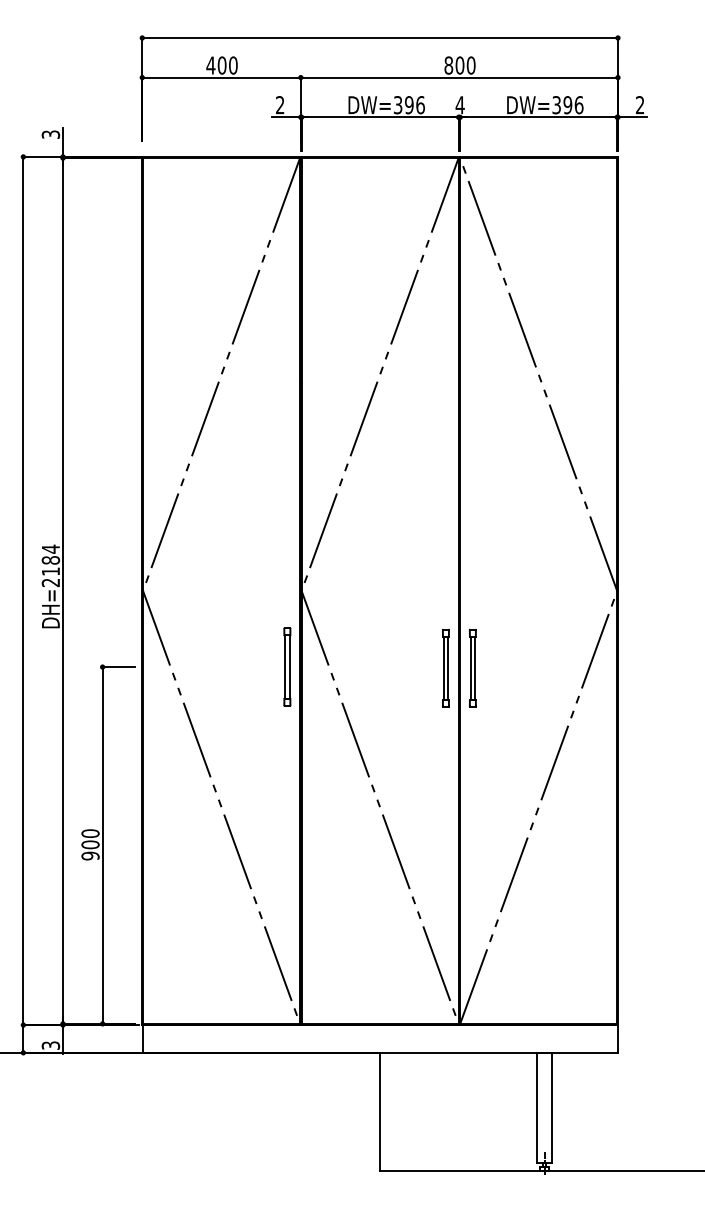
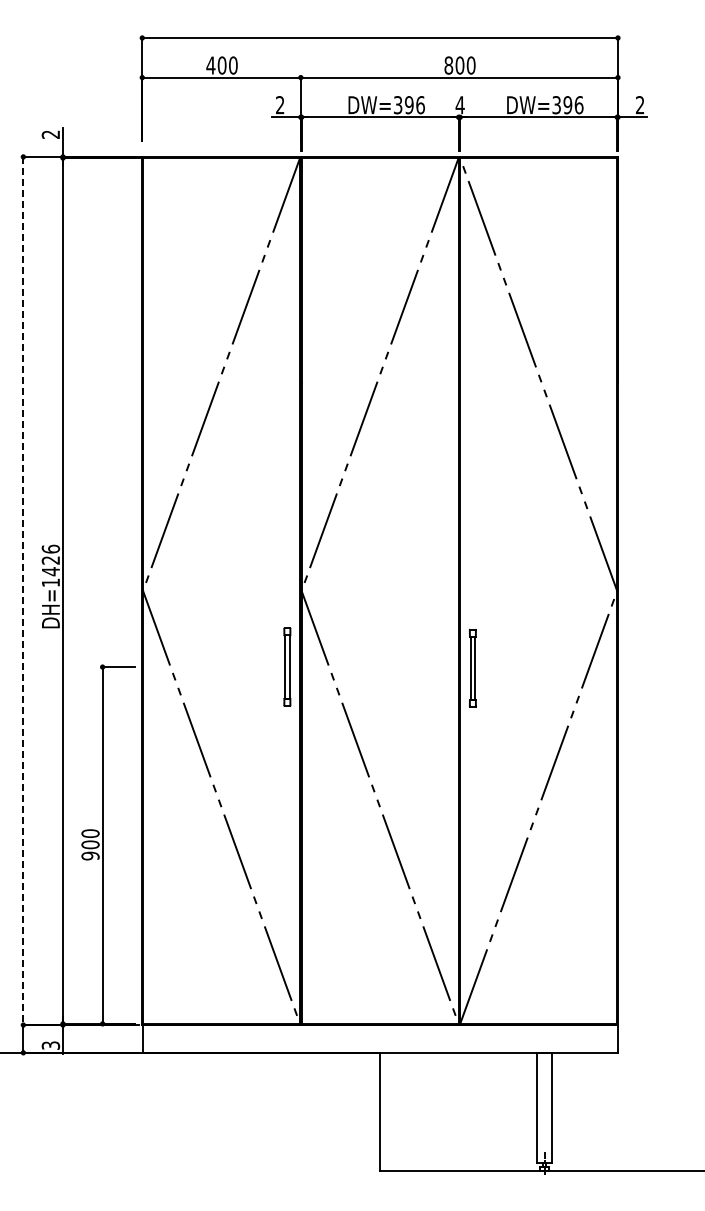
text at (51, 134): 3 -> 2
text at (50, 565): DH=2184 -> DH=1426
line at (23, 591): solid -> dashed
part at (445, 667): present -> none
